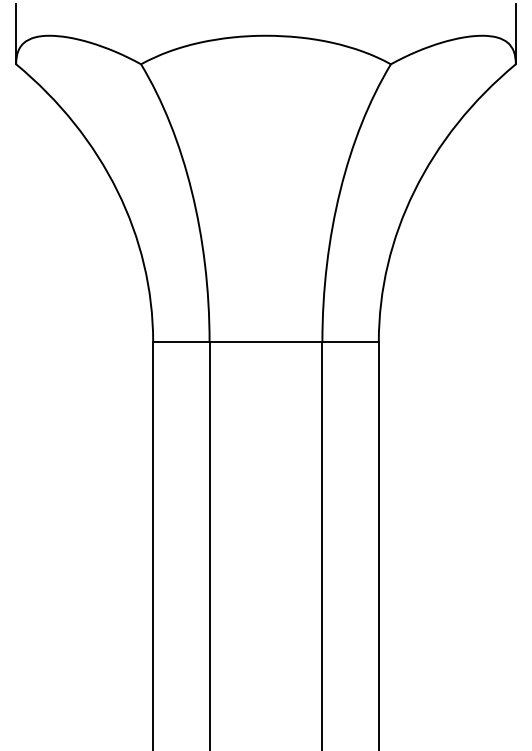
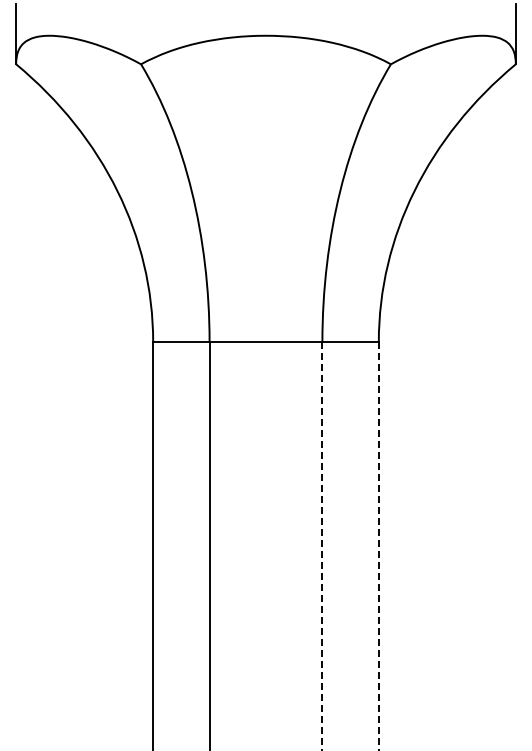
line at (322, 547): solid -> dashed
line at (378, 547): solid -> dashed
